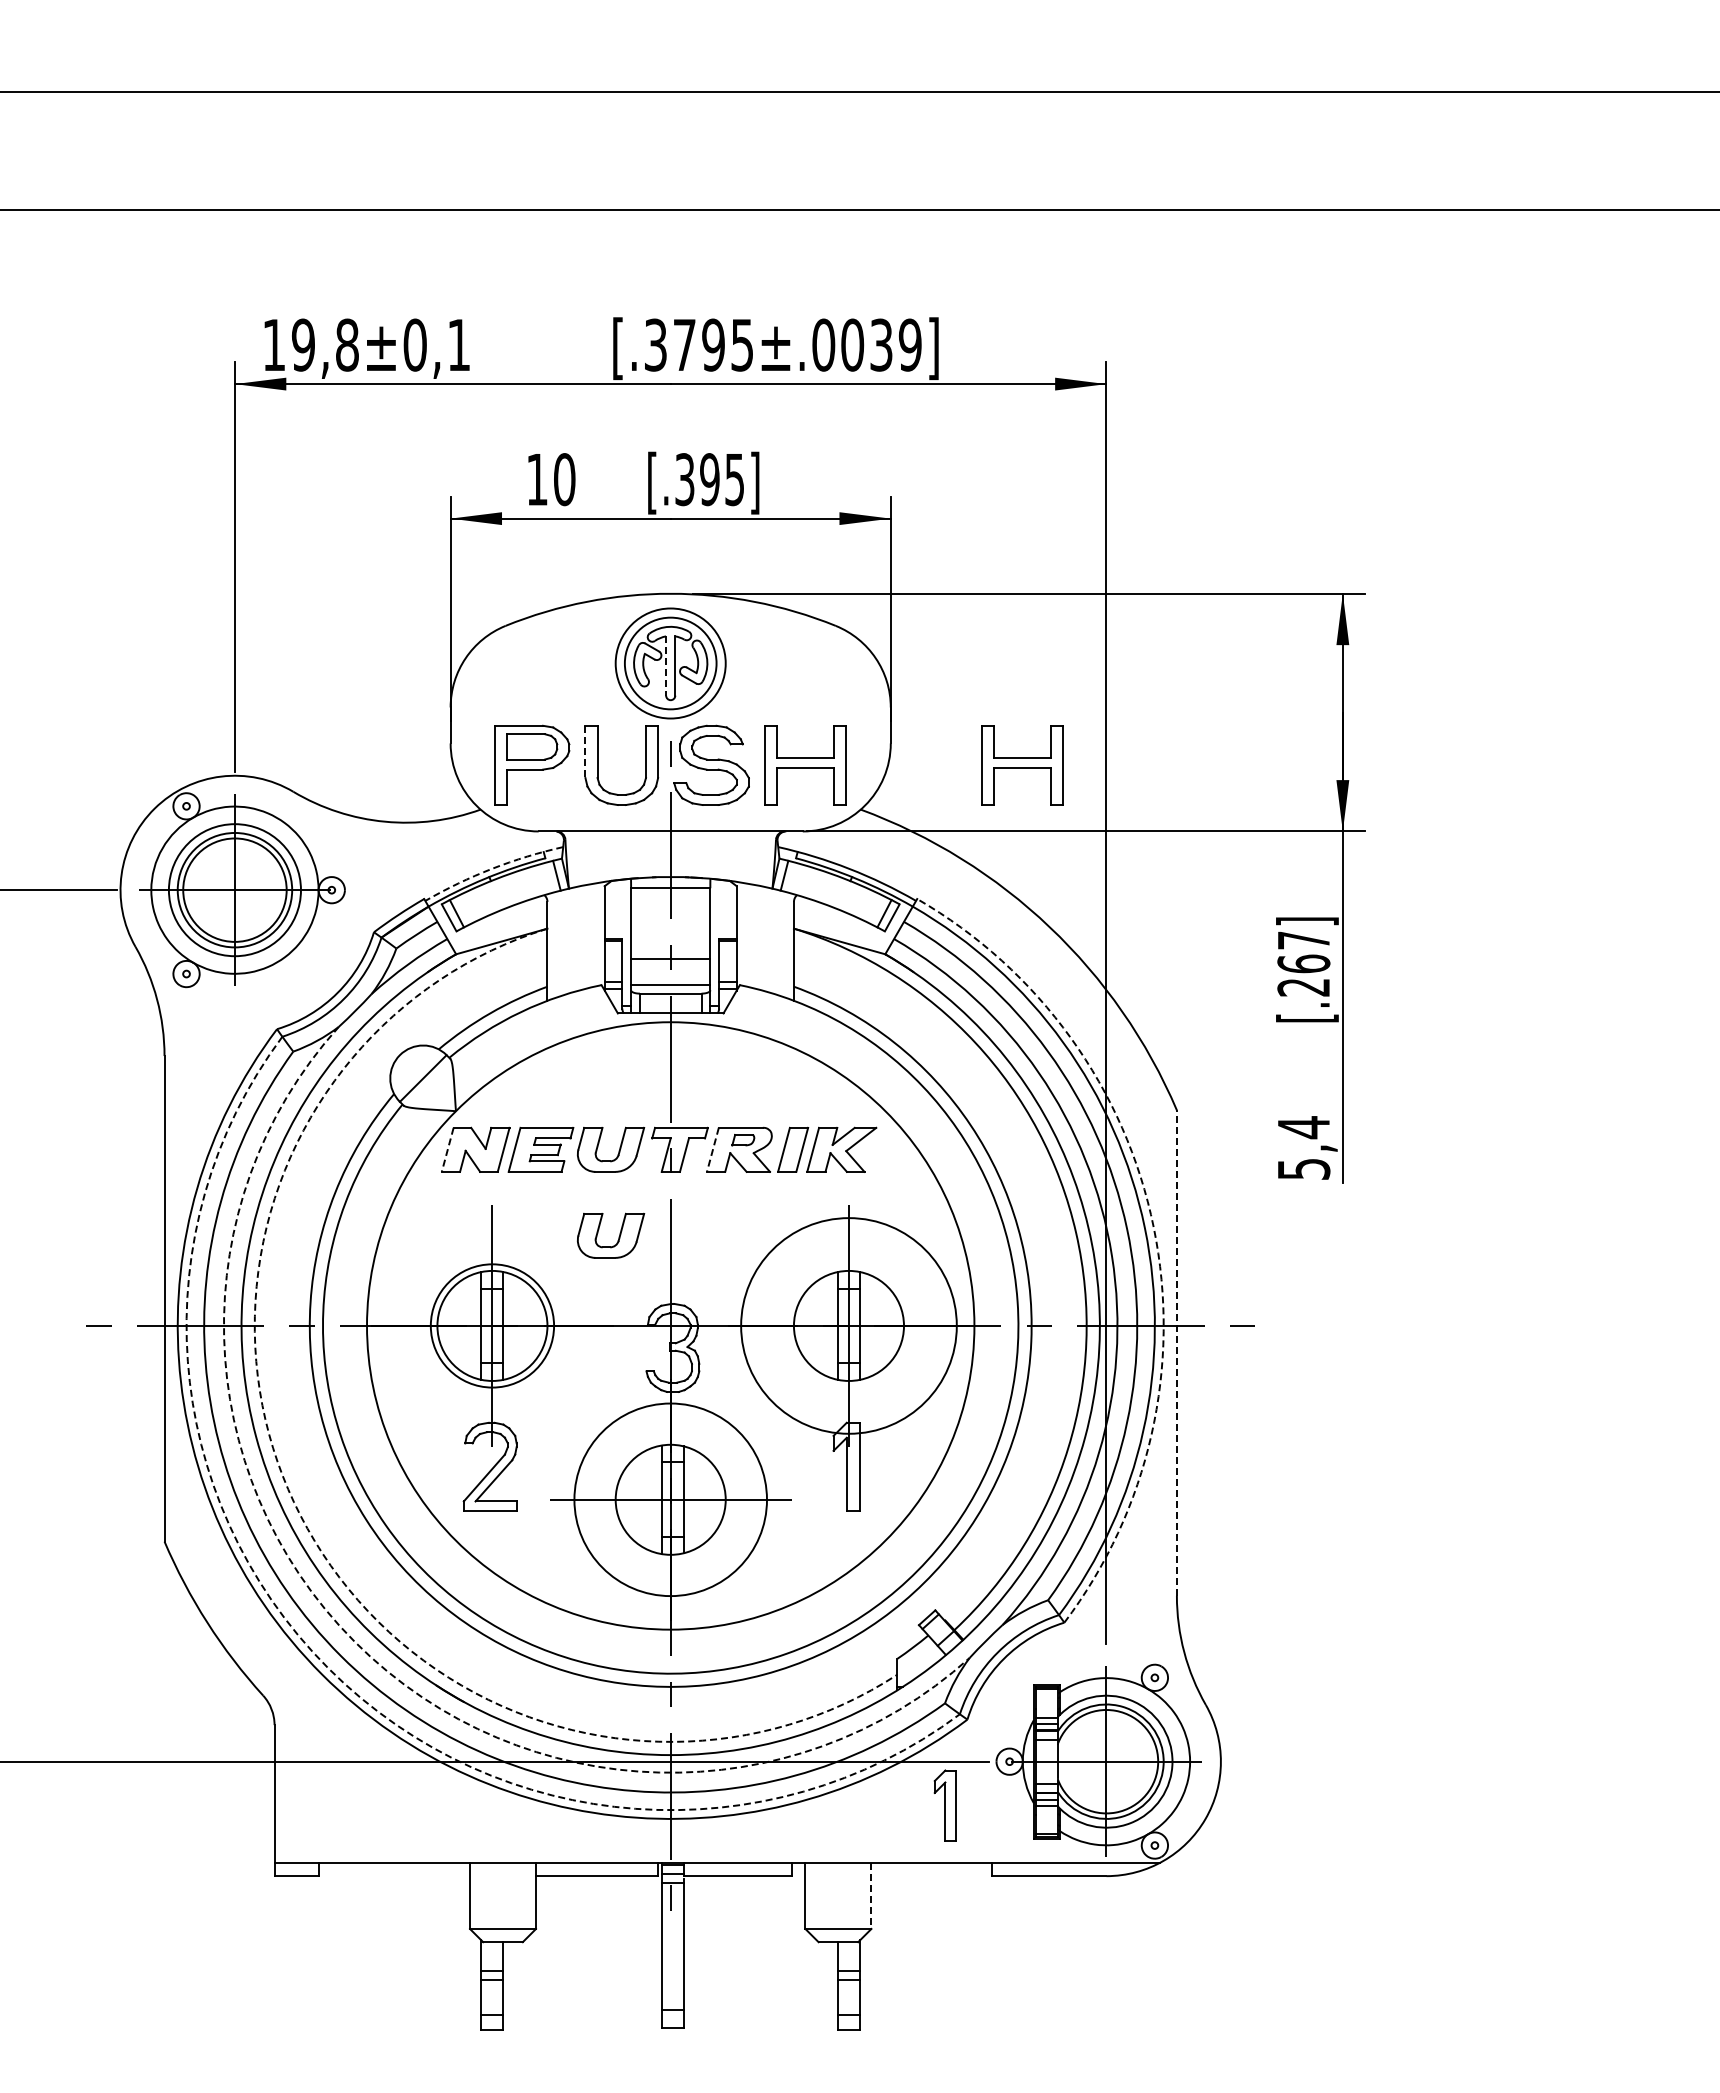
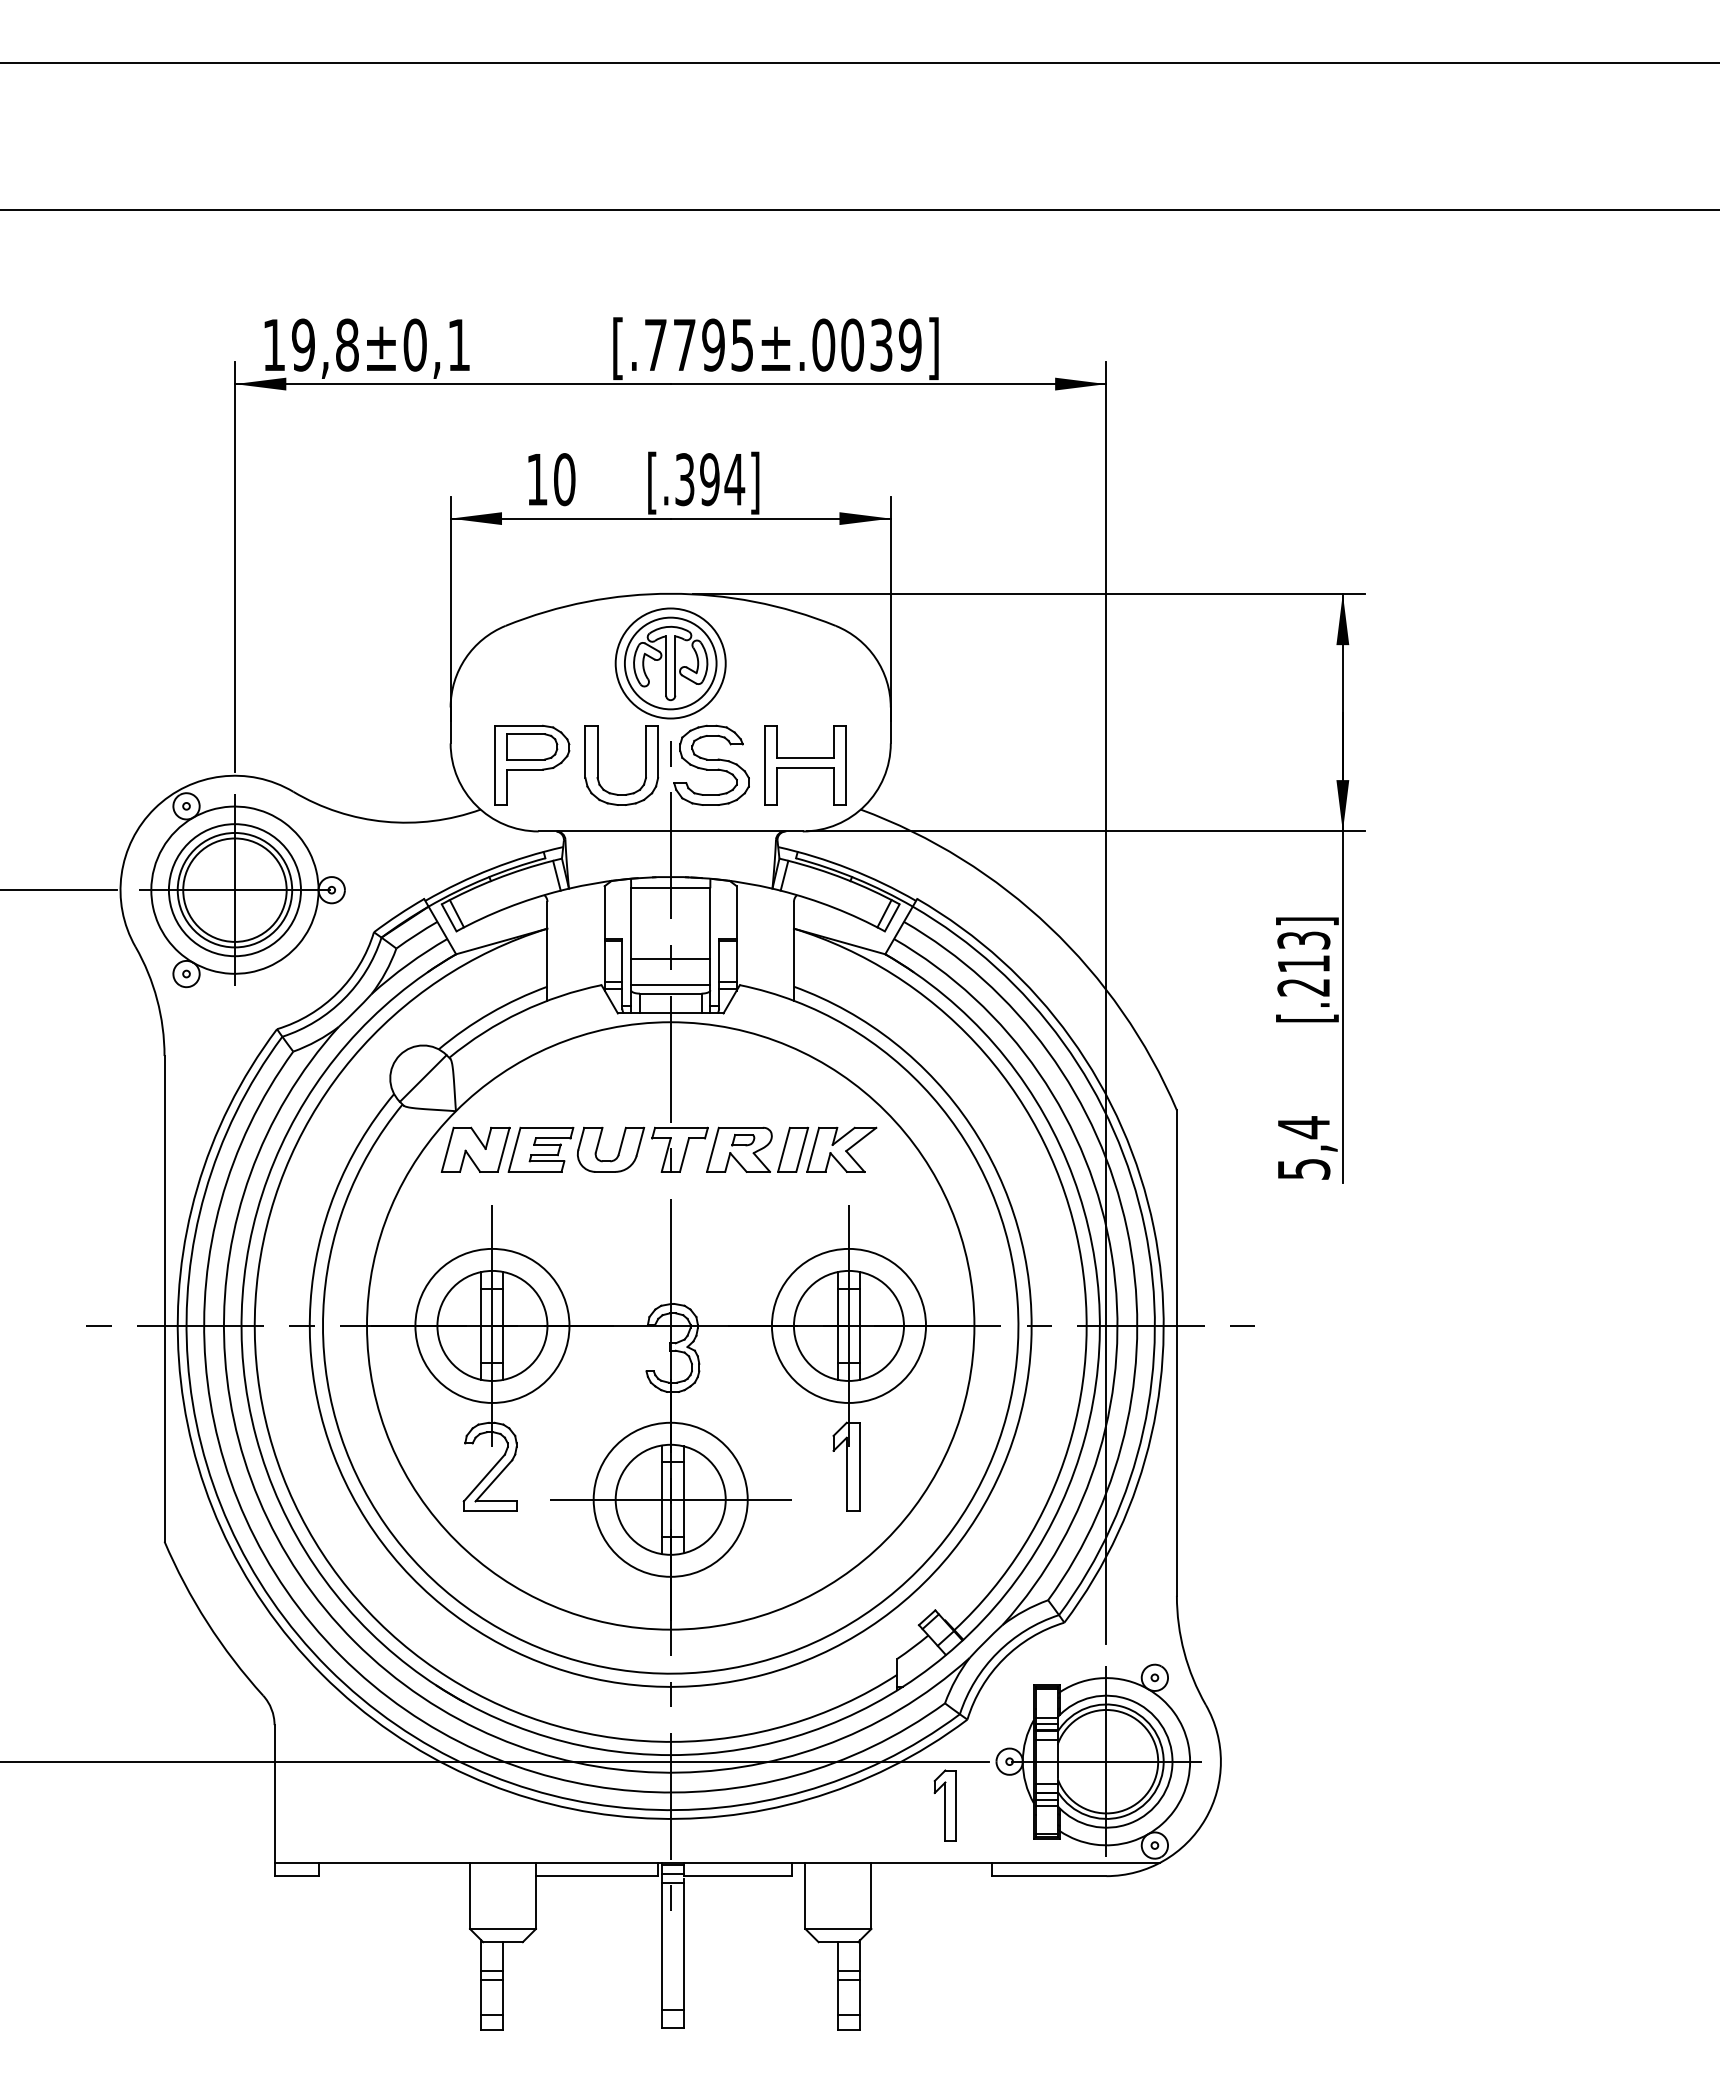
line at (859, 91) position: (859, 91) -> (859, 62)
text at (655, 344): [.3795±.0039] -> [.7795±.0039]
text at (734, 480): [.395] -> [.394]
line at (666, 666): dashed -> solid
line at (585, 752): dashed -> solid
part at (1022, 765): present -> none
arc at (492, 868): dashed -> solid
text at (1303, 952): [.267] -> [.213]
line at (447, 1149): dashed -> solid
line at (712, 1149): dashed -> solid
arc at (1153, 1227): dashed -> solid
part at (618, 1236): present -> none
circle at (492, 1325) diameter: 123 px -> 154 px
circle at (848, 1325) diameter: 216 px -> 154 px
line at (1176, 1353): dashed -> solid
circle at (670, 1499) diameter: 193 px -> 154 px
arc at (294, 1502): dashed -> solid
arc at (354, 1641): dashed -> solid
arc at (328, 1668): dashed -> solid
line at (871, 1896): dashed -> solid
